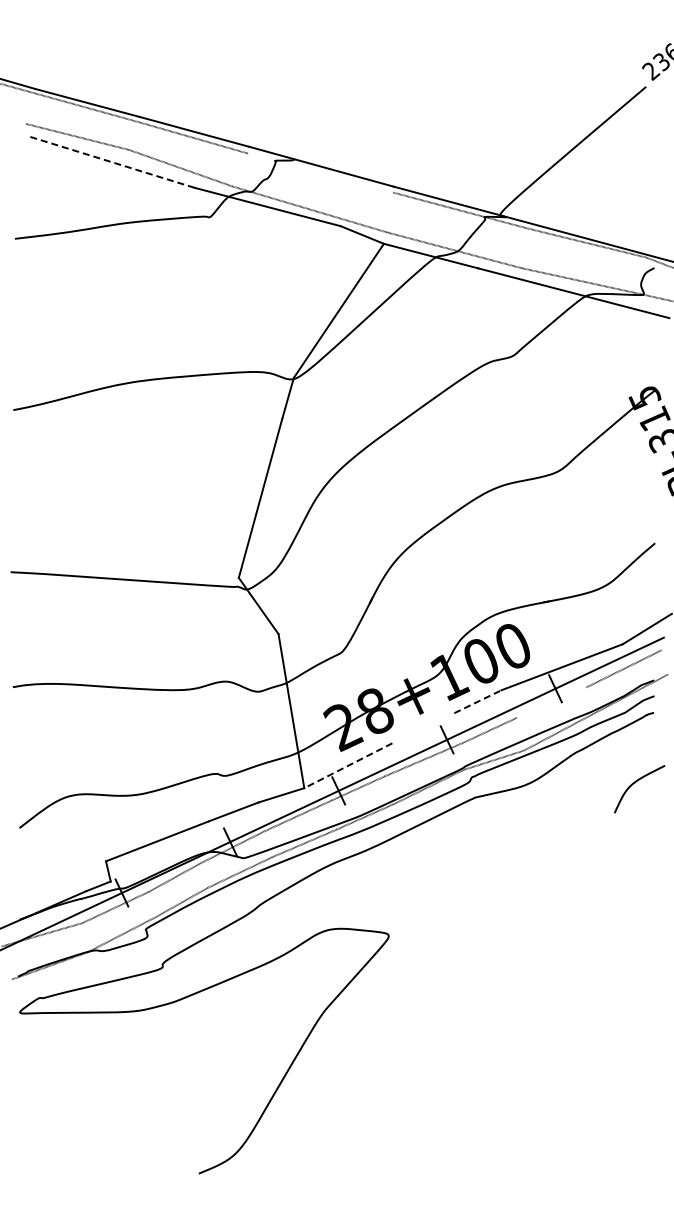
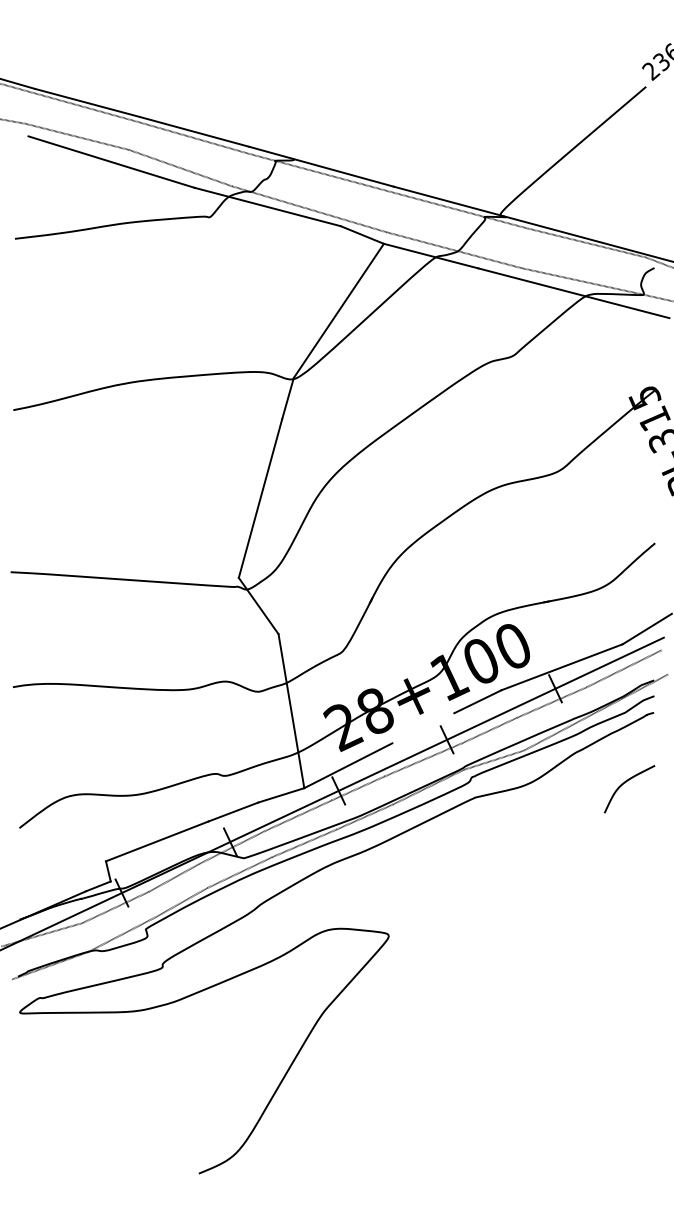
line at (13, 121): none -> present
line at (111, 162): dashed -> solid
line at (320, 172): none -> present
line at (478, 701): dashed -> solid
line at (551, 702): none -> present
line at (347, 765): dashed -> solid
curve at (635, 783) position: (635, 783) -> (625, 783)
